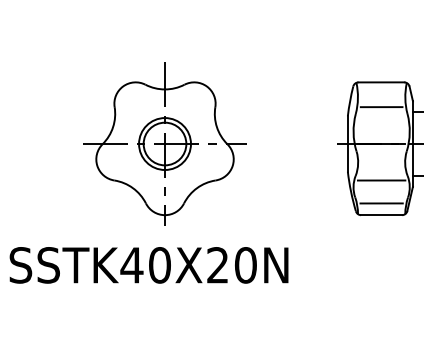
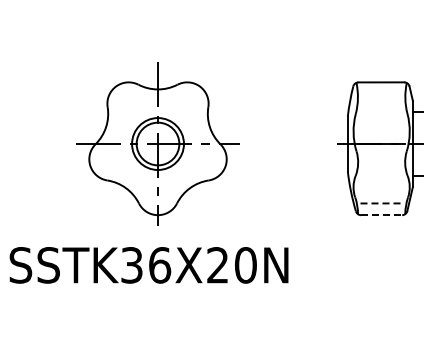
line at (381, 107): present -> none
part at (164, 143) position: (164, 143) -> (157, 143)
line at (381, 180): present -> none
line at (382, 203): solid -> dashed
line at (381, 215): solid -> dashed
text at (145, 265): SSTK40X20N -> SSTK36X20N
